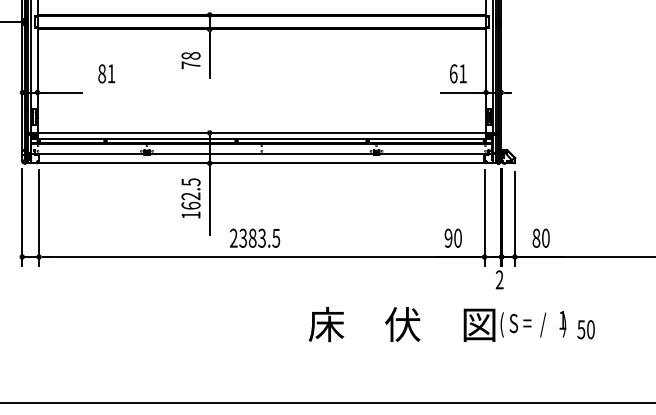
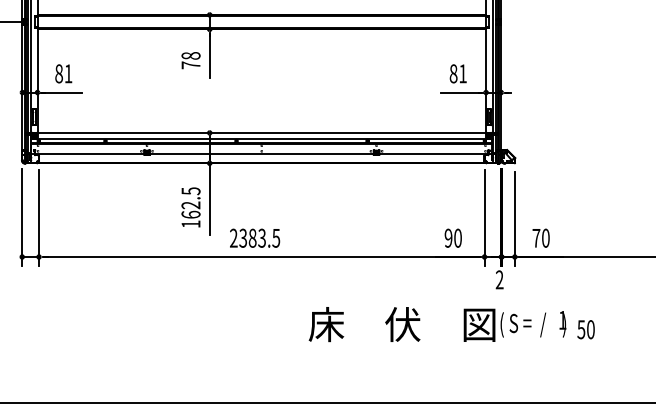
text at (106, 73) position: (106, 73) -> (63, 73)
text at (453, 73): 61 -> 81
text at (190, 198) position: (190, 198) -> (190, 207)
text at (536, 237): 80 -> 70
